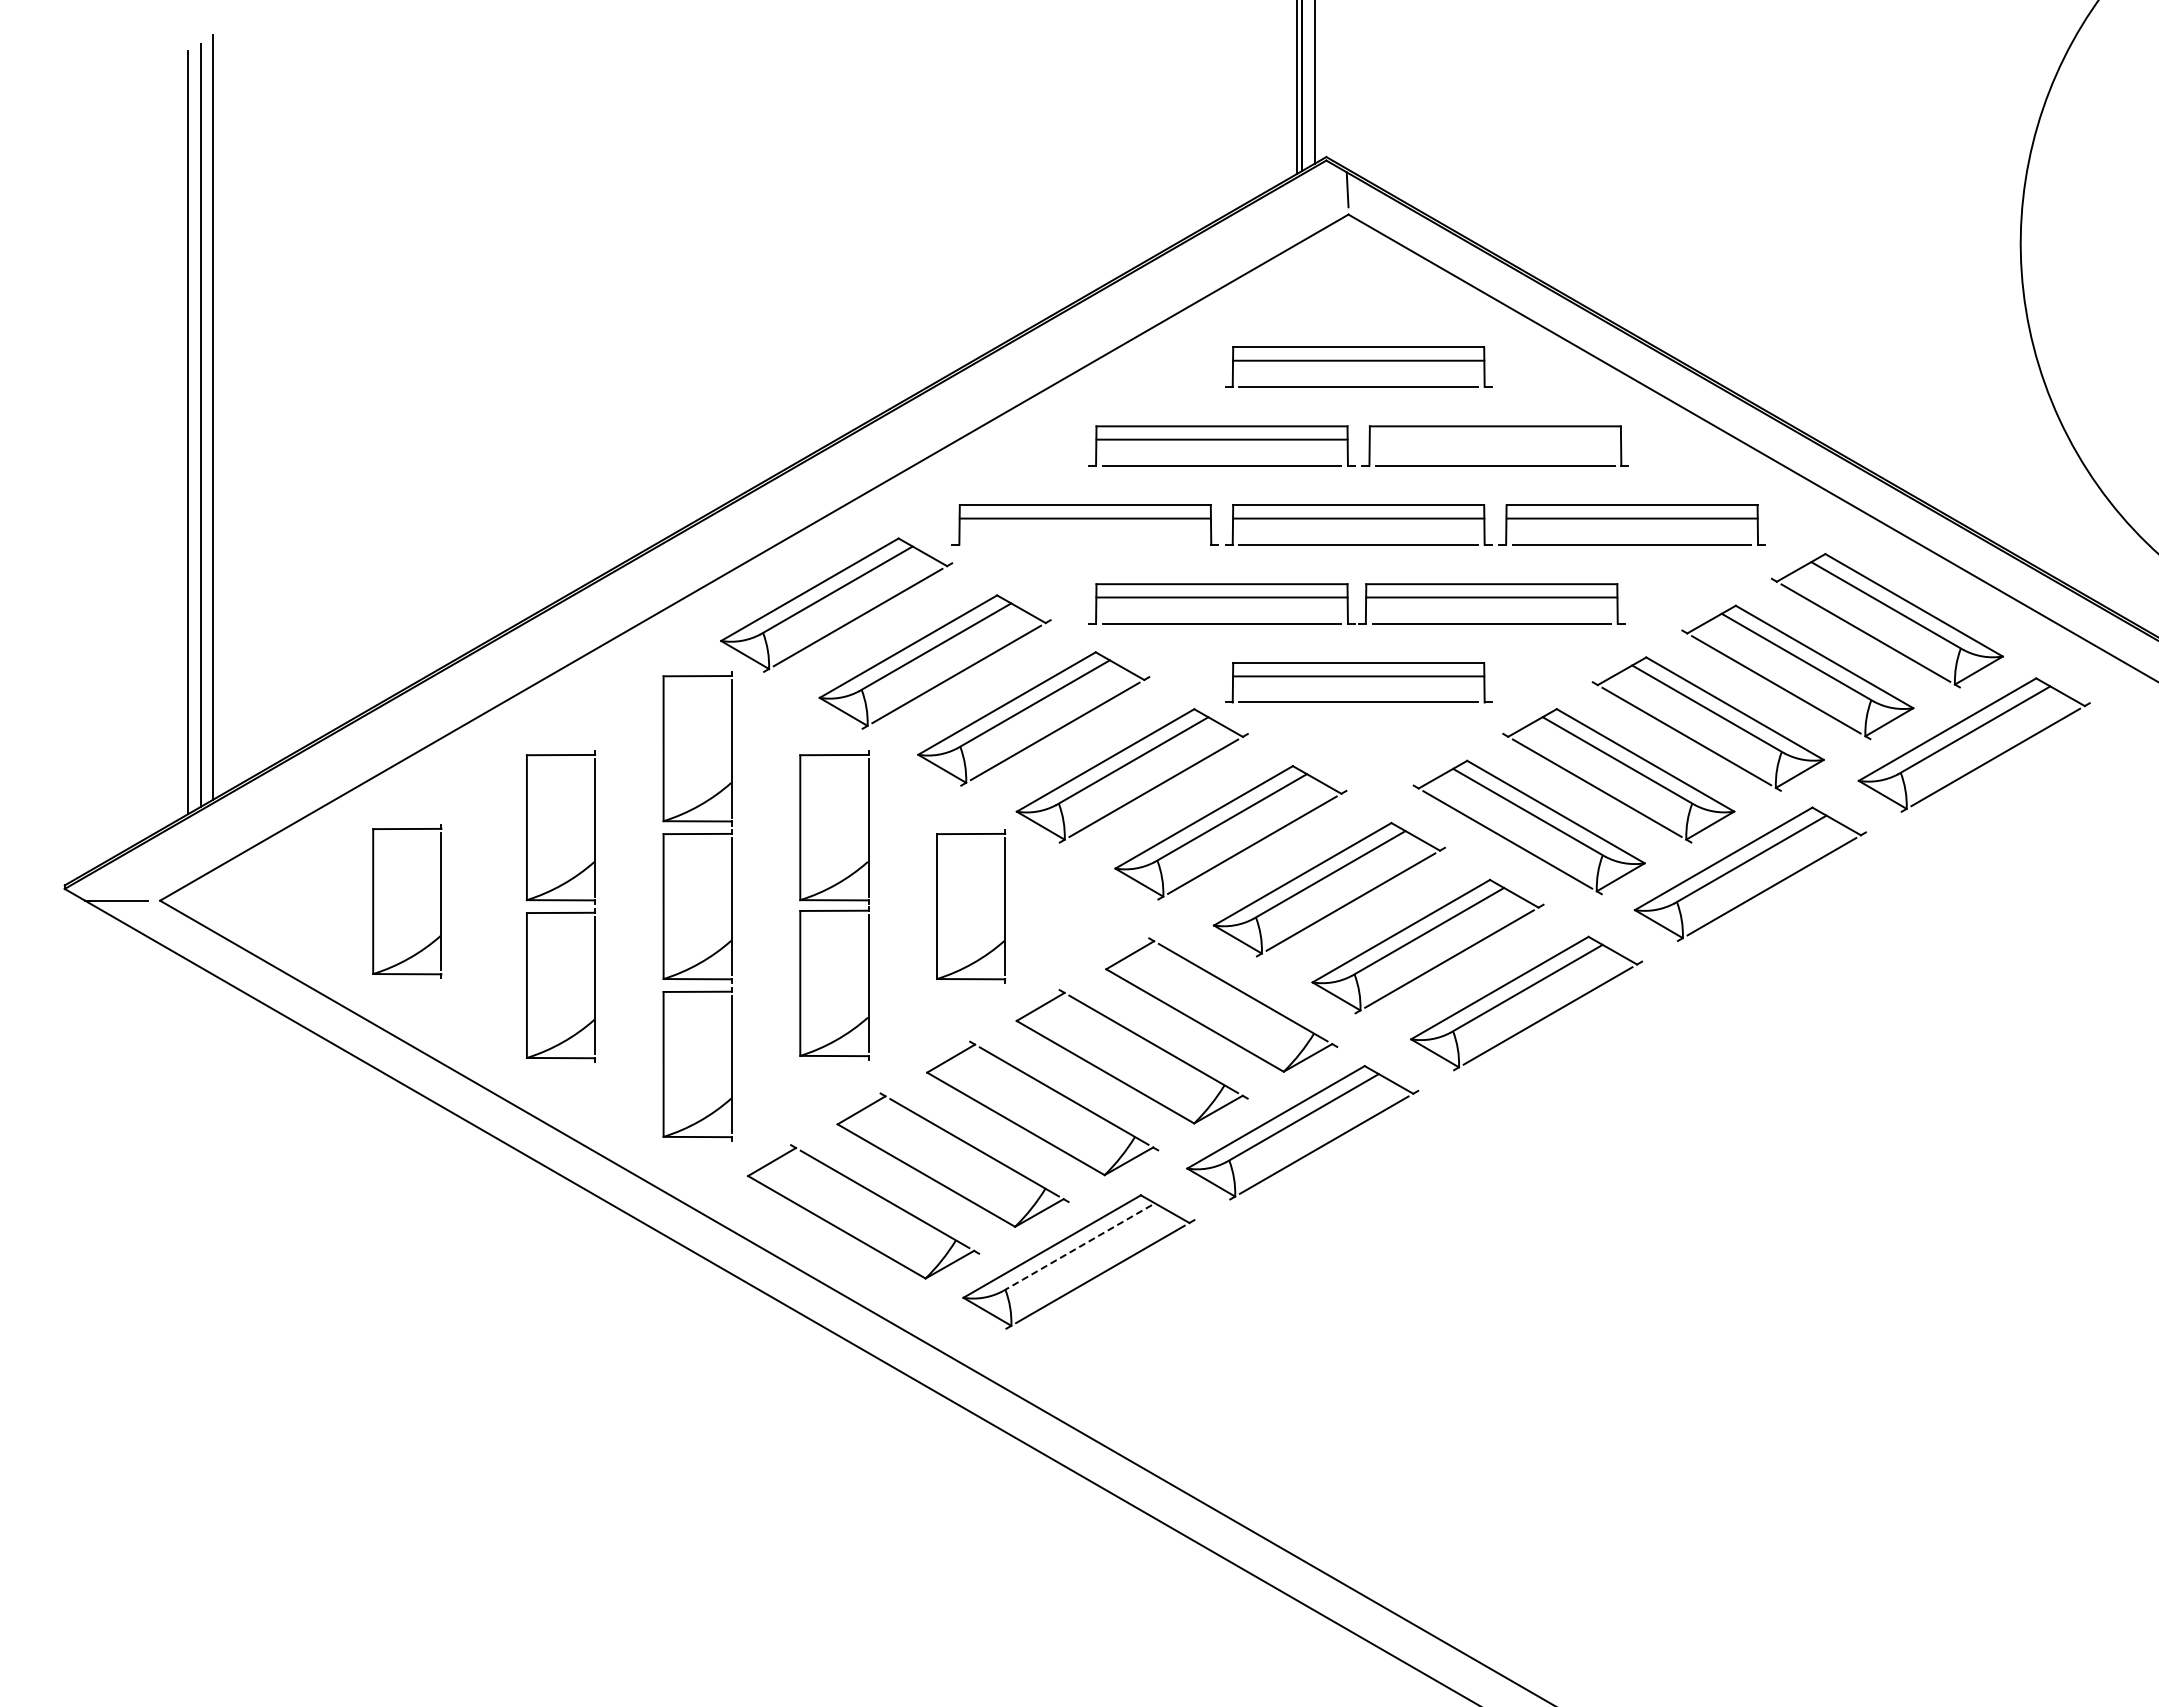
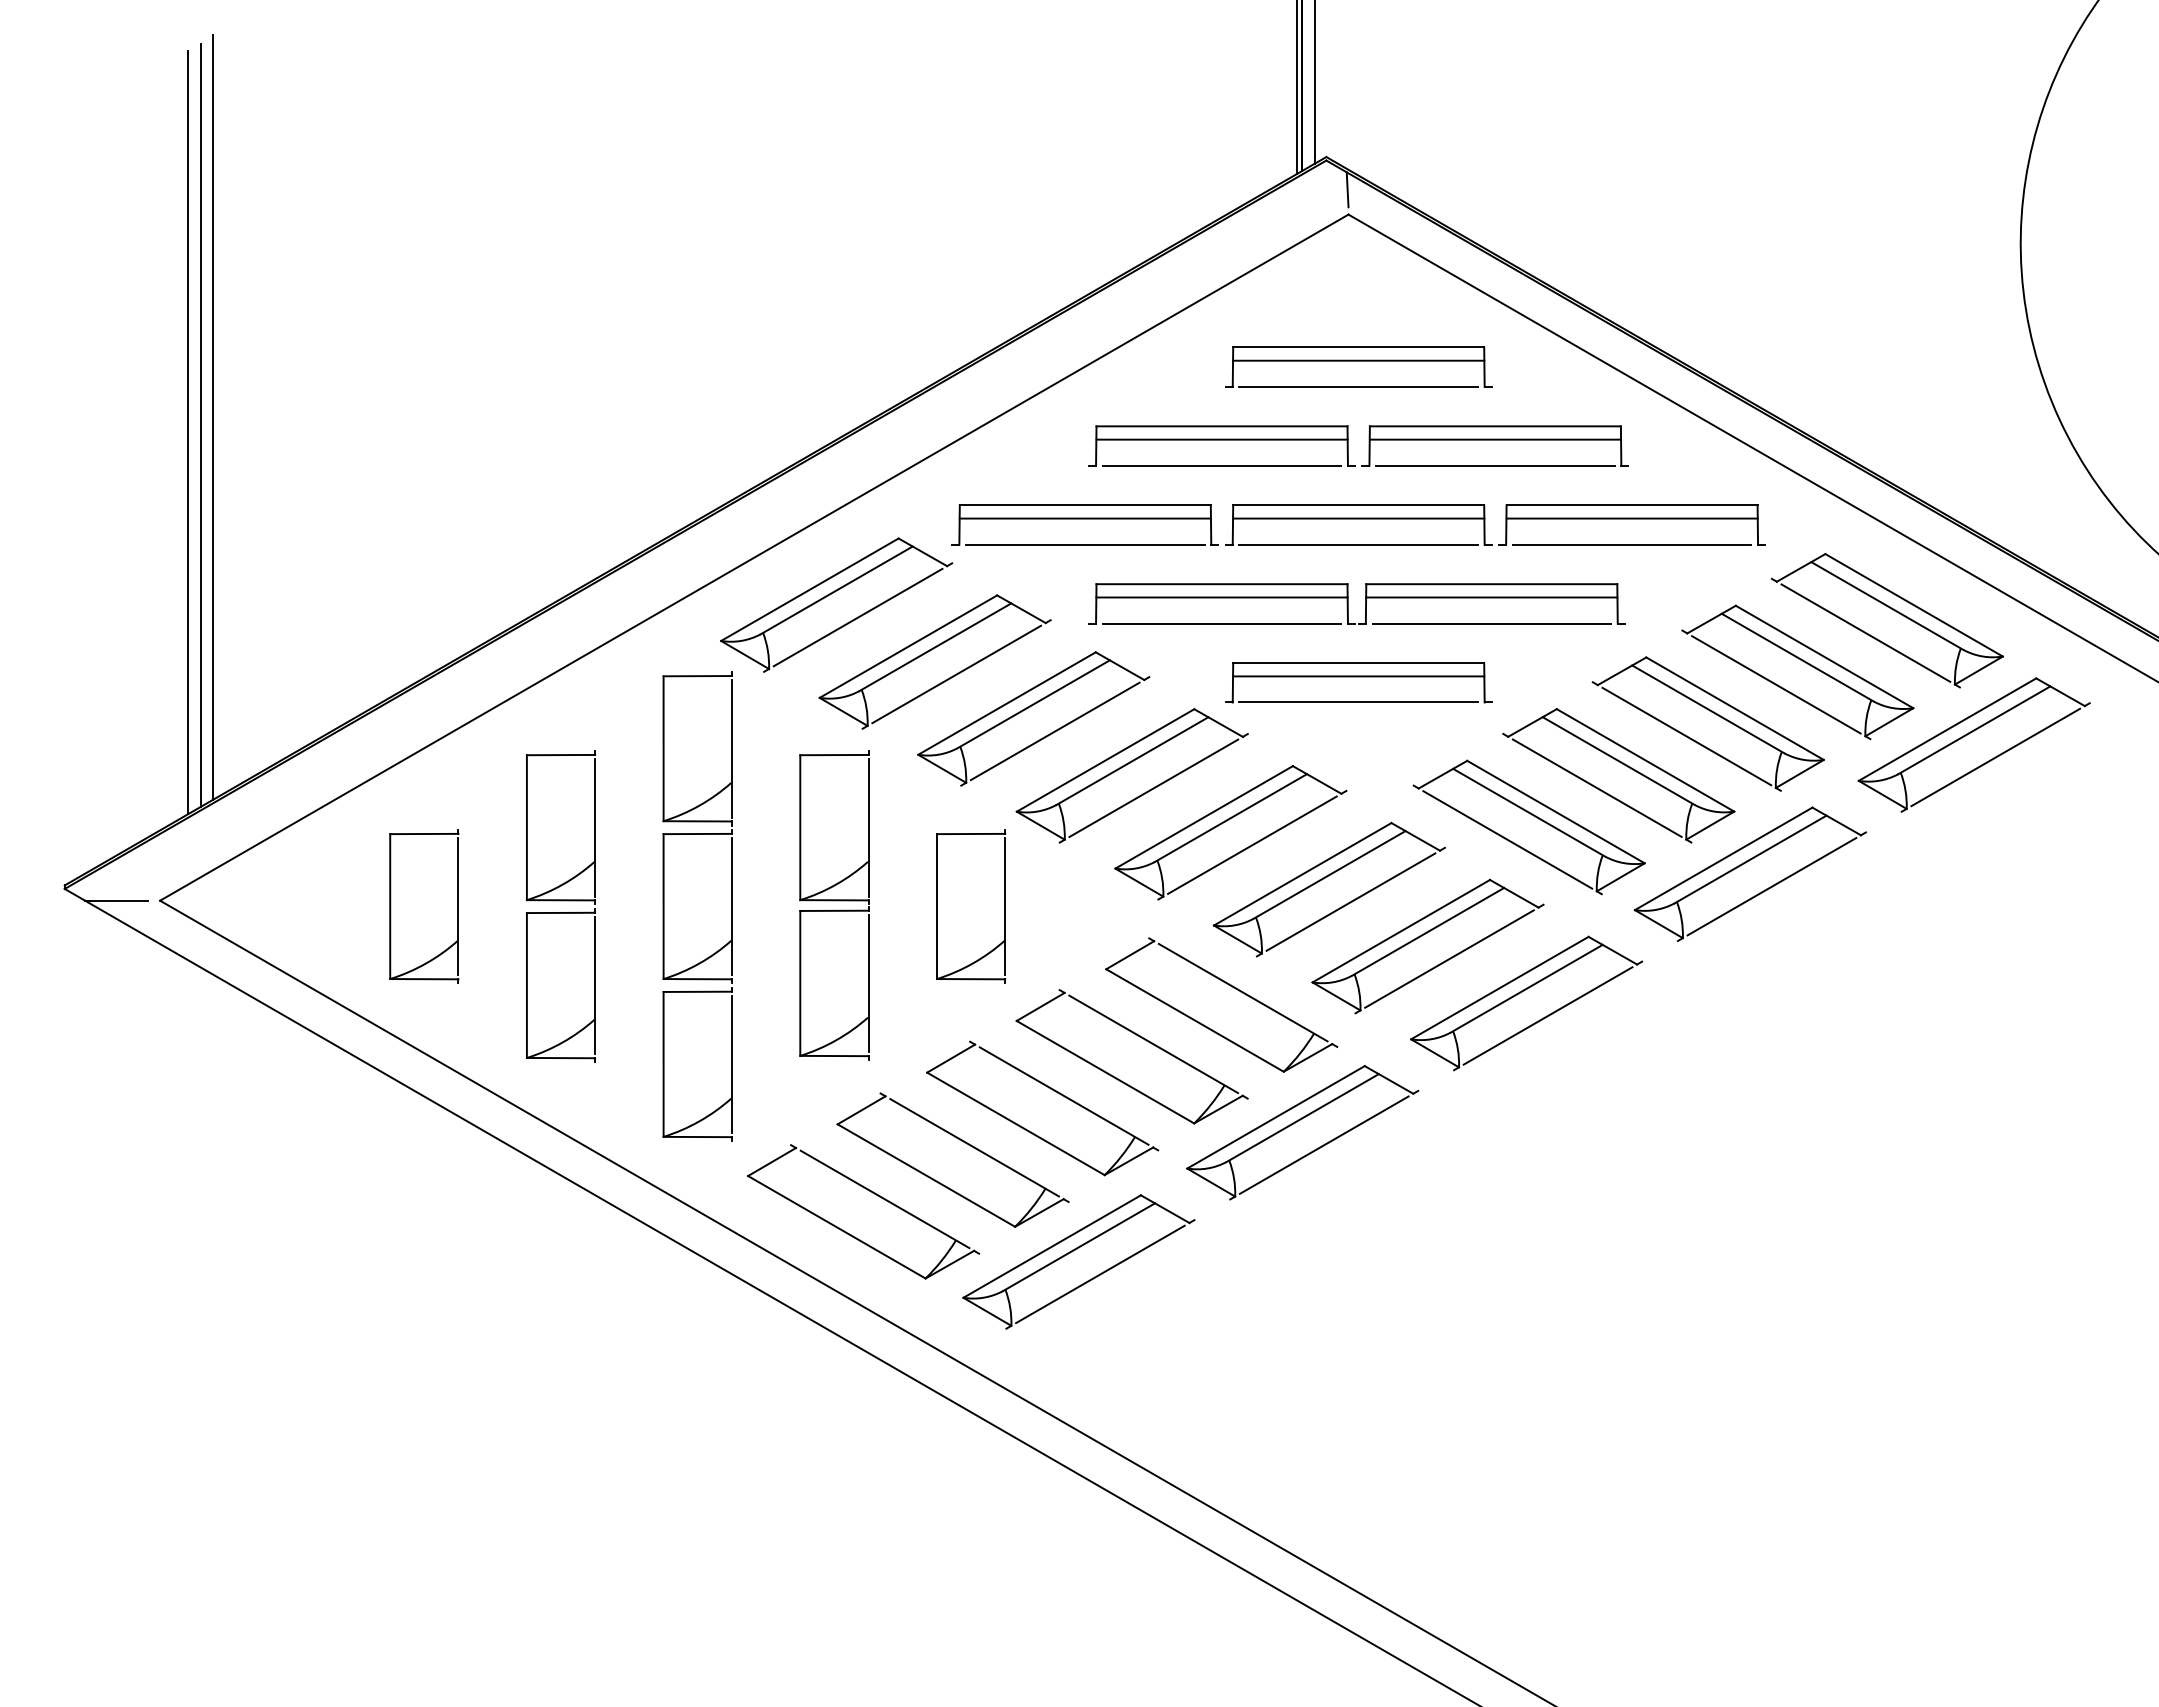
line at (1495, 439): none -> present
line at (1085, 544): none -> present
part at (374, 901) position: (374, 901) -> (391, 906)
line at (1079, 1247): dashed -> solid
